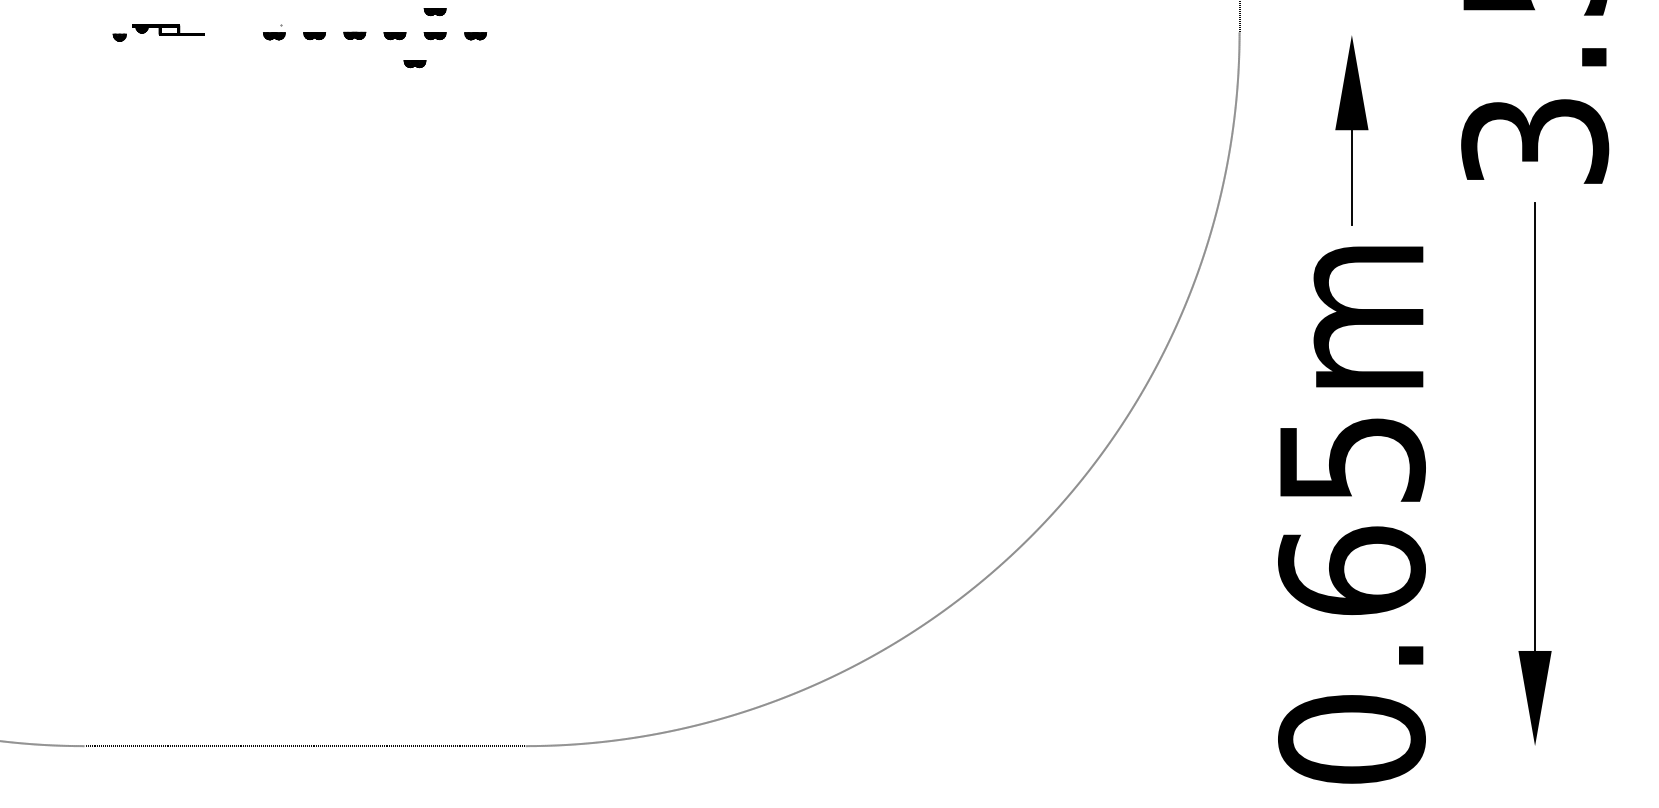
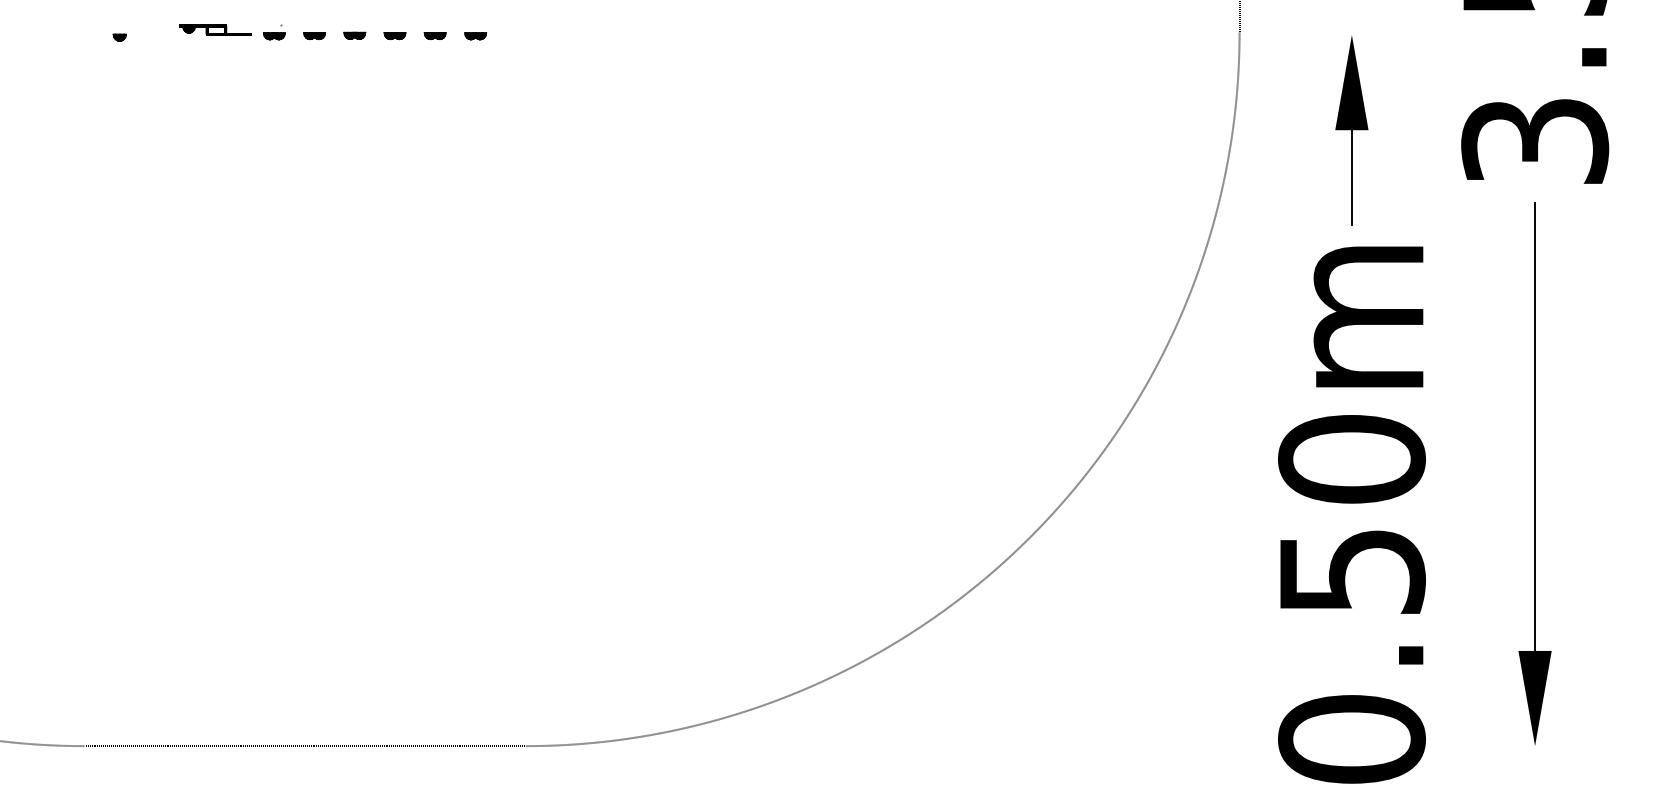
part at (434, 12): present -> none
part at (168, 29) position: (168, 29) -> (215, 29)
part at (414, 64): present -> none
text at (1351, 515): 0.65m -> 0.50m
